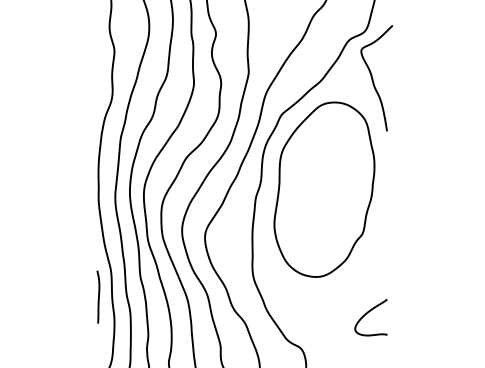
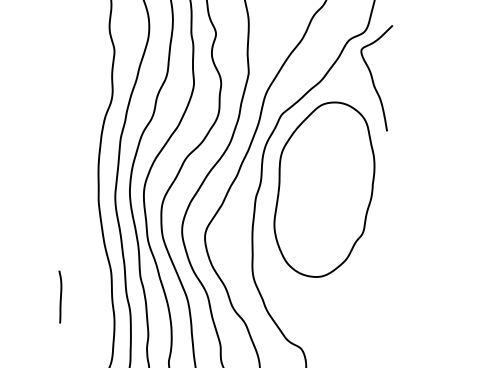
curve at (98, 296) position: (98, 296) -> (60, 296)
curve at (368, 313): present -> none
